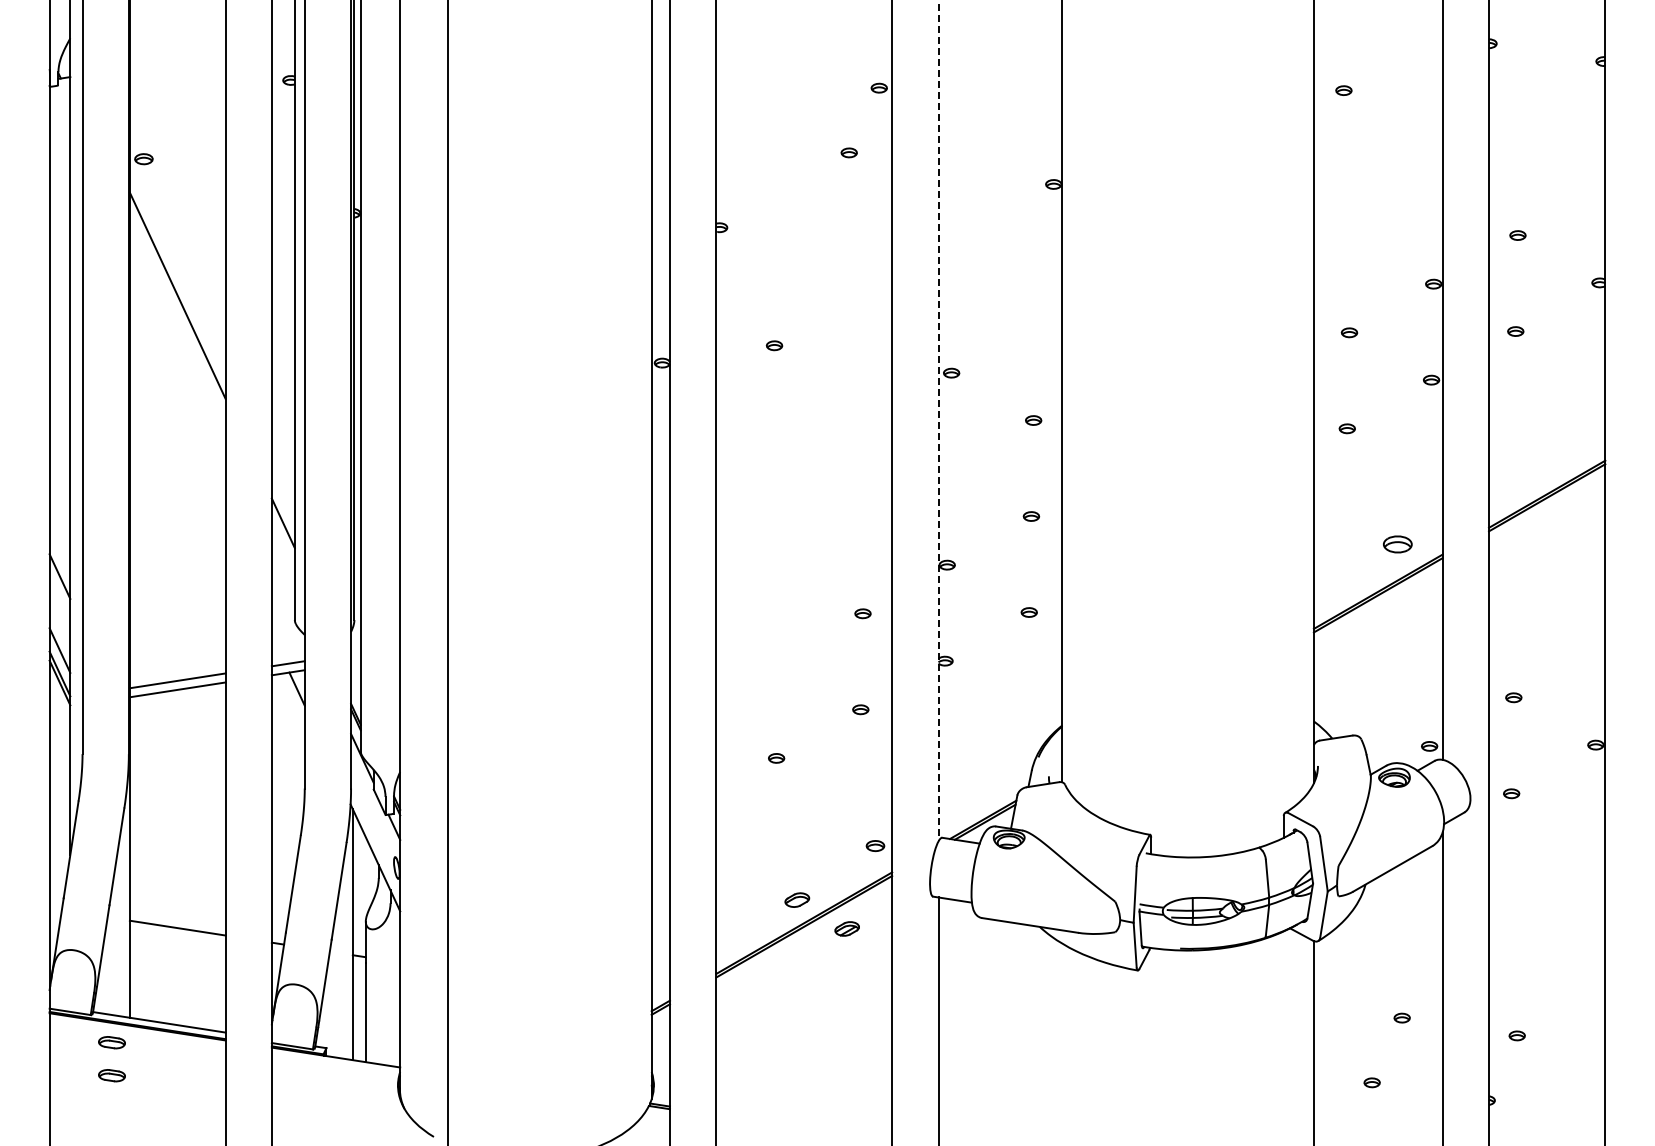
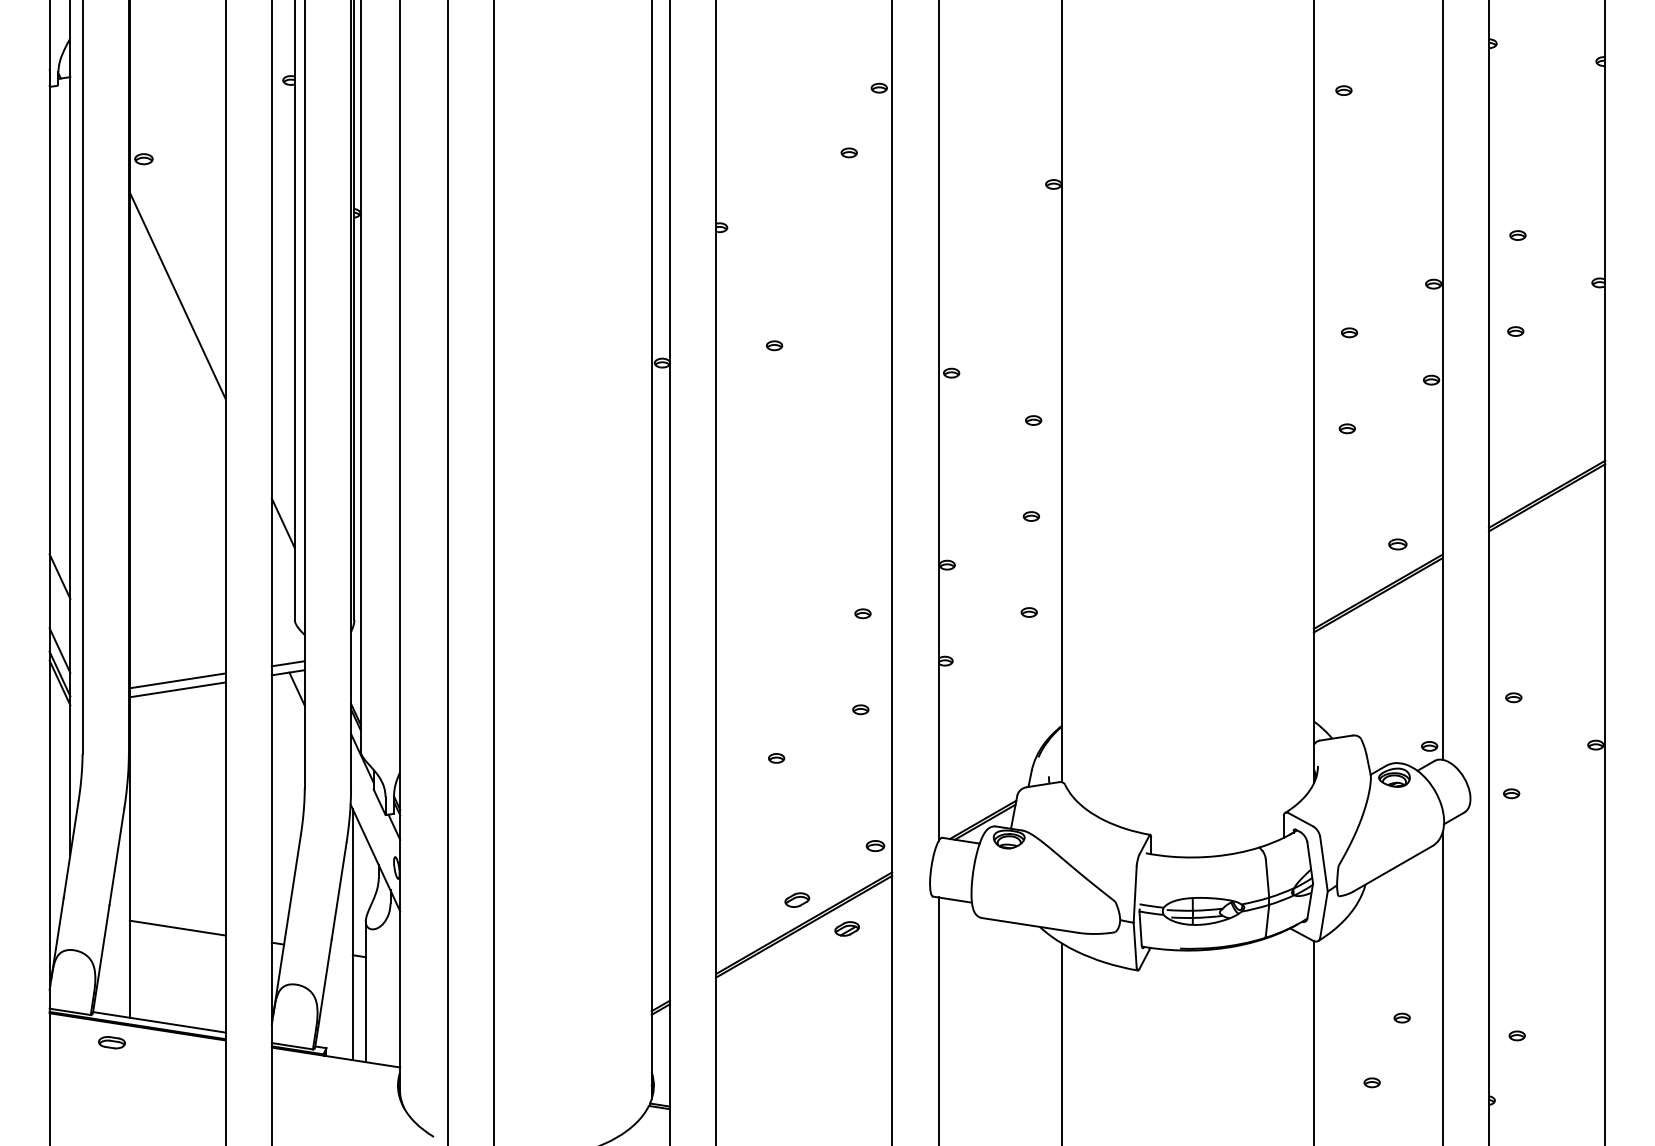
line at (938, 421): dashed -> solid
part at (1397, 544) size: 30x19 px -> 20x13 px
line at (494, 572): none -> present
line at (1062, 1042): none -> present
part at (111, 1075): present -> none
